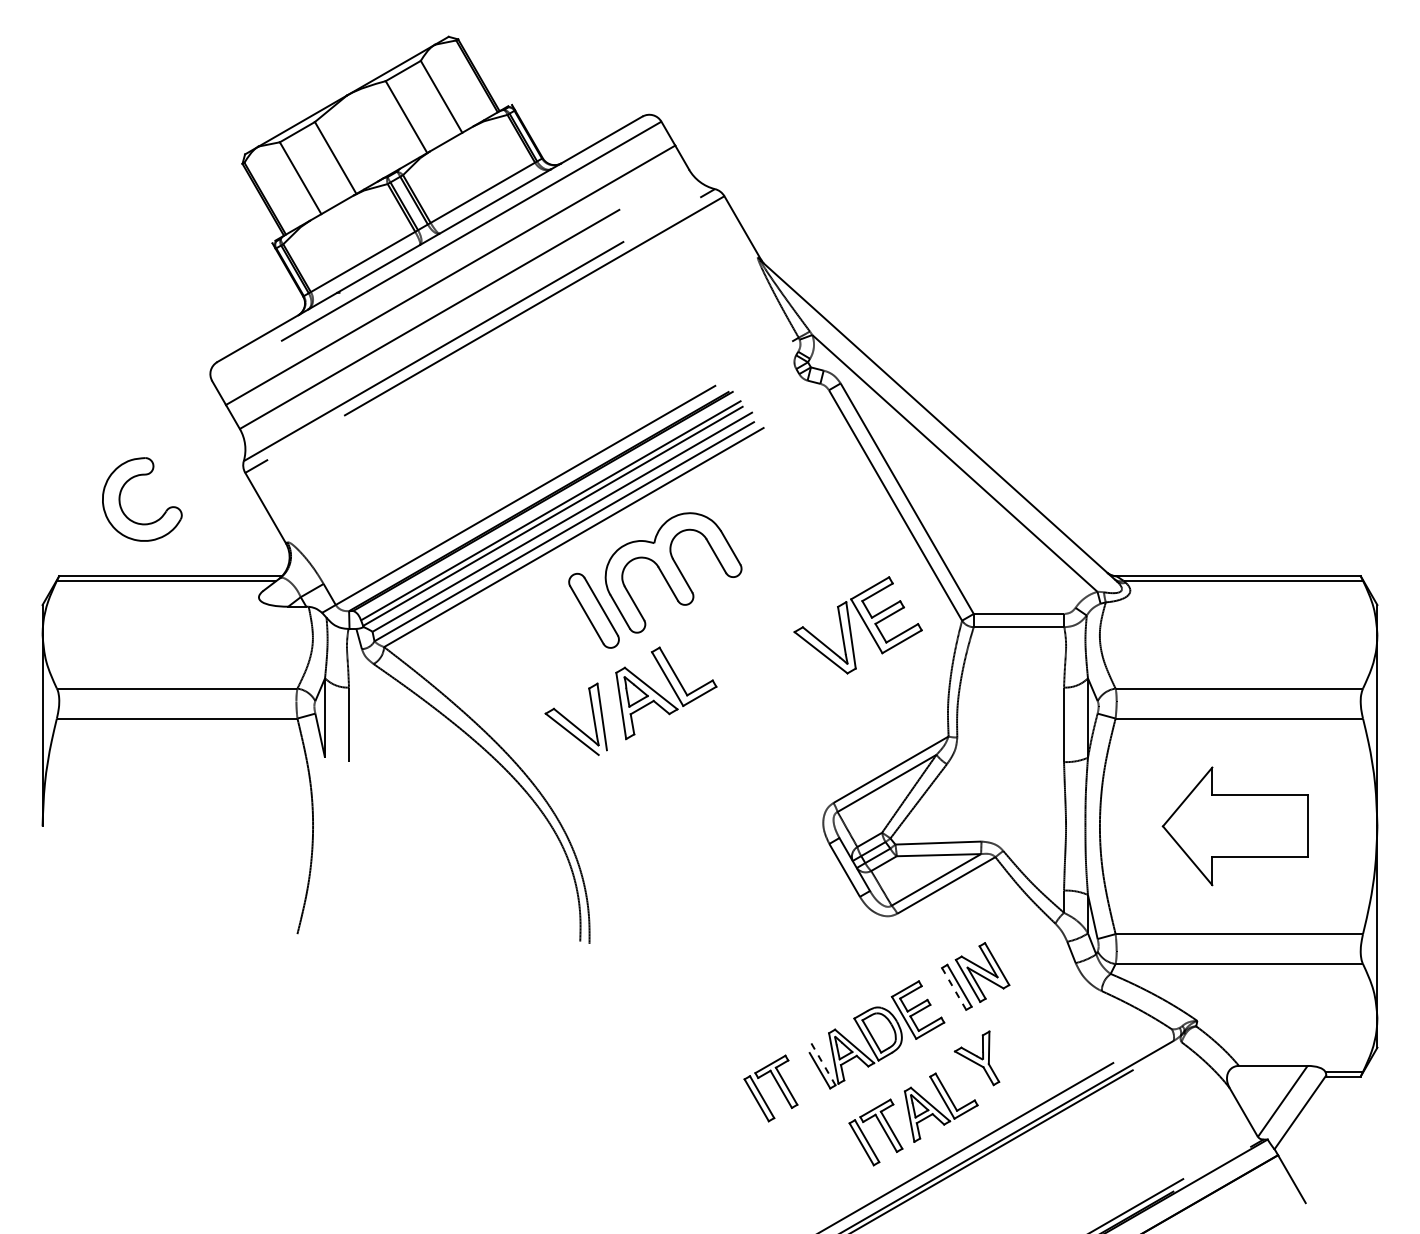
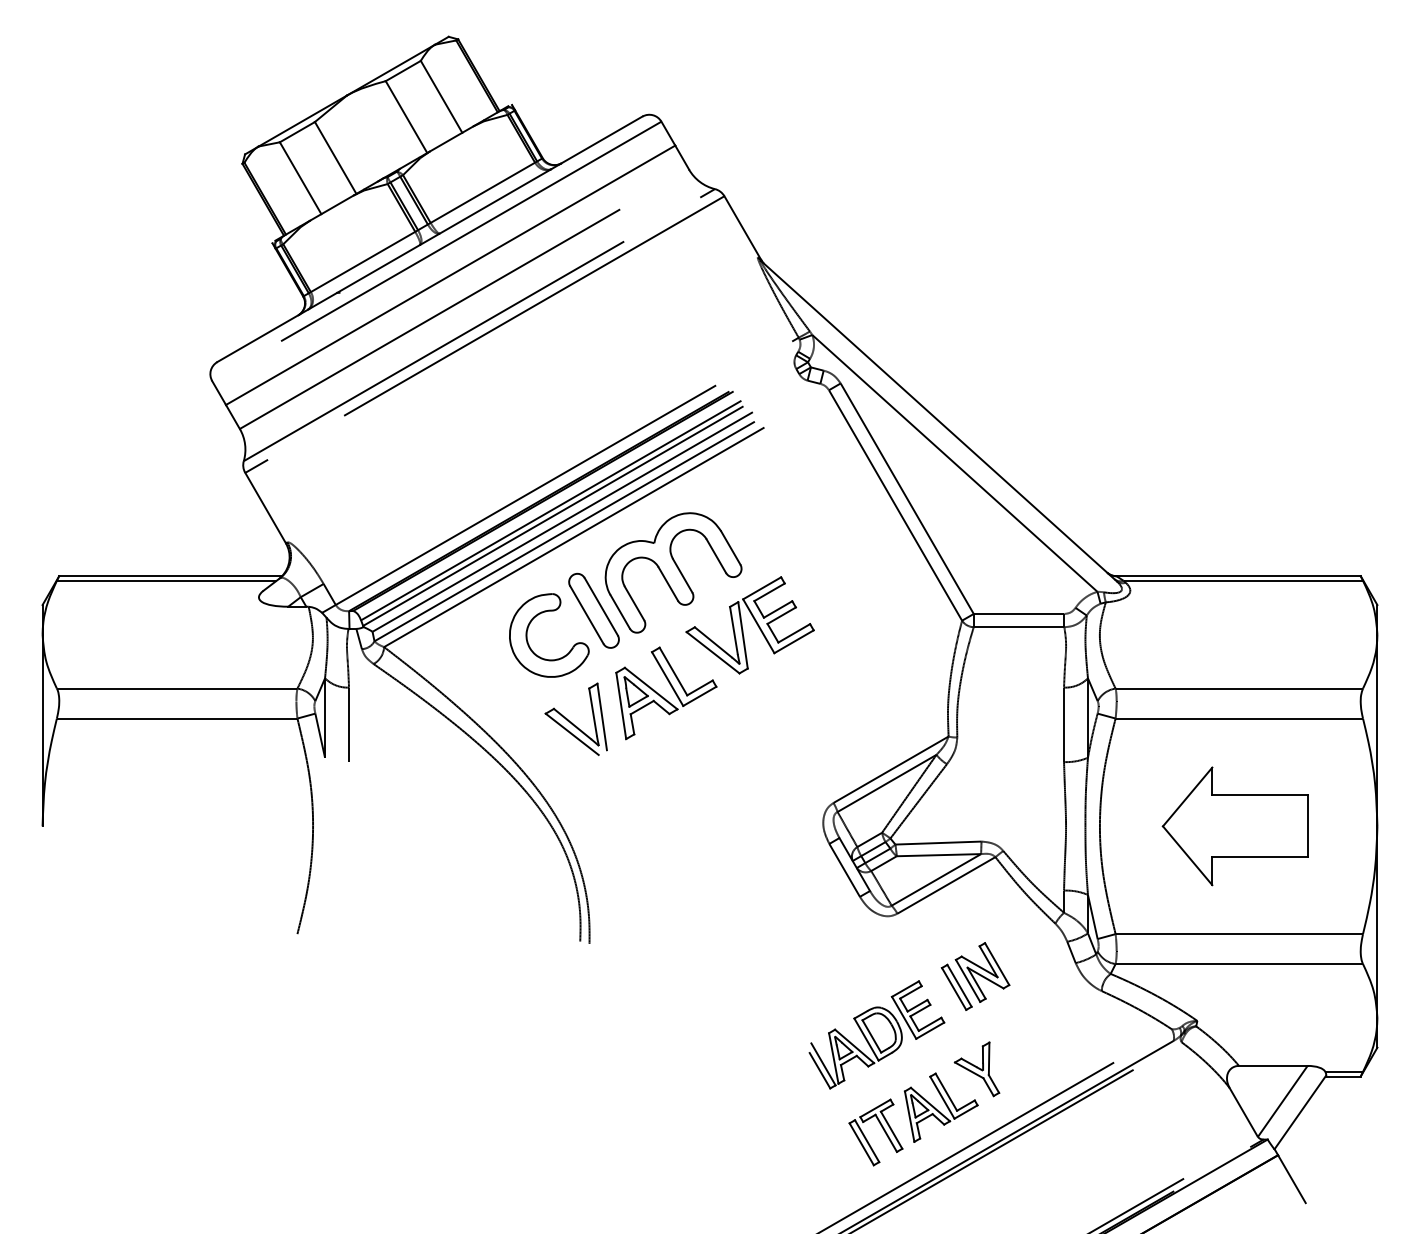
part at (121, 493) position: (121, 493) -> (528, 629)
part at (863, 622) position: (863, 622) -> (755, 622)
line at (953, 988): dashed -> solid
part at (976, 1058) position: (976, 1058) -> (976, 1069)
line at (823, 1064): dashed -> solid
part at (776, 1083): present -> none
